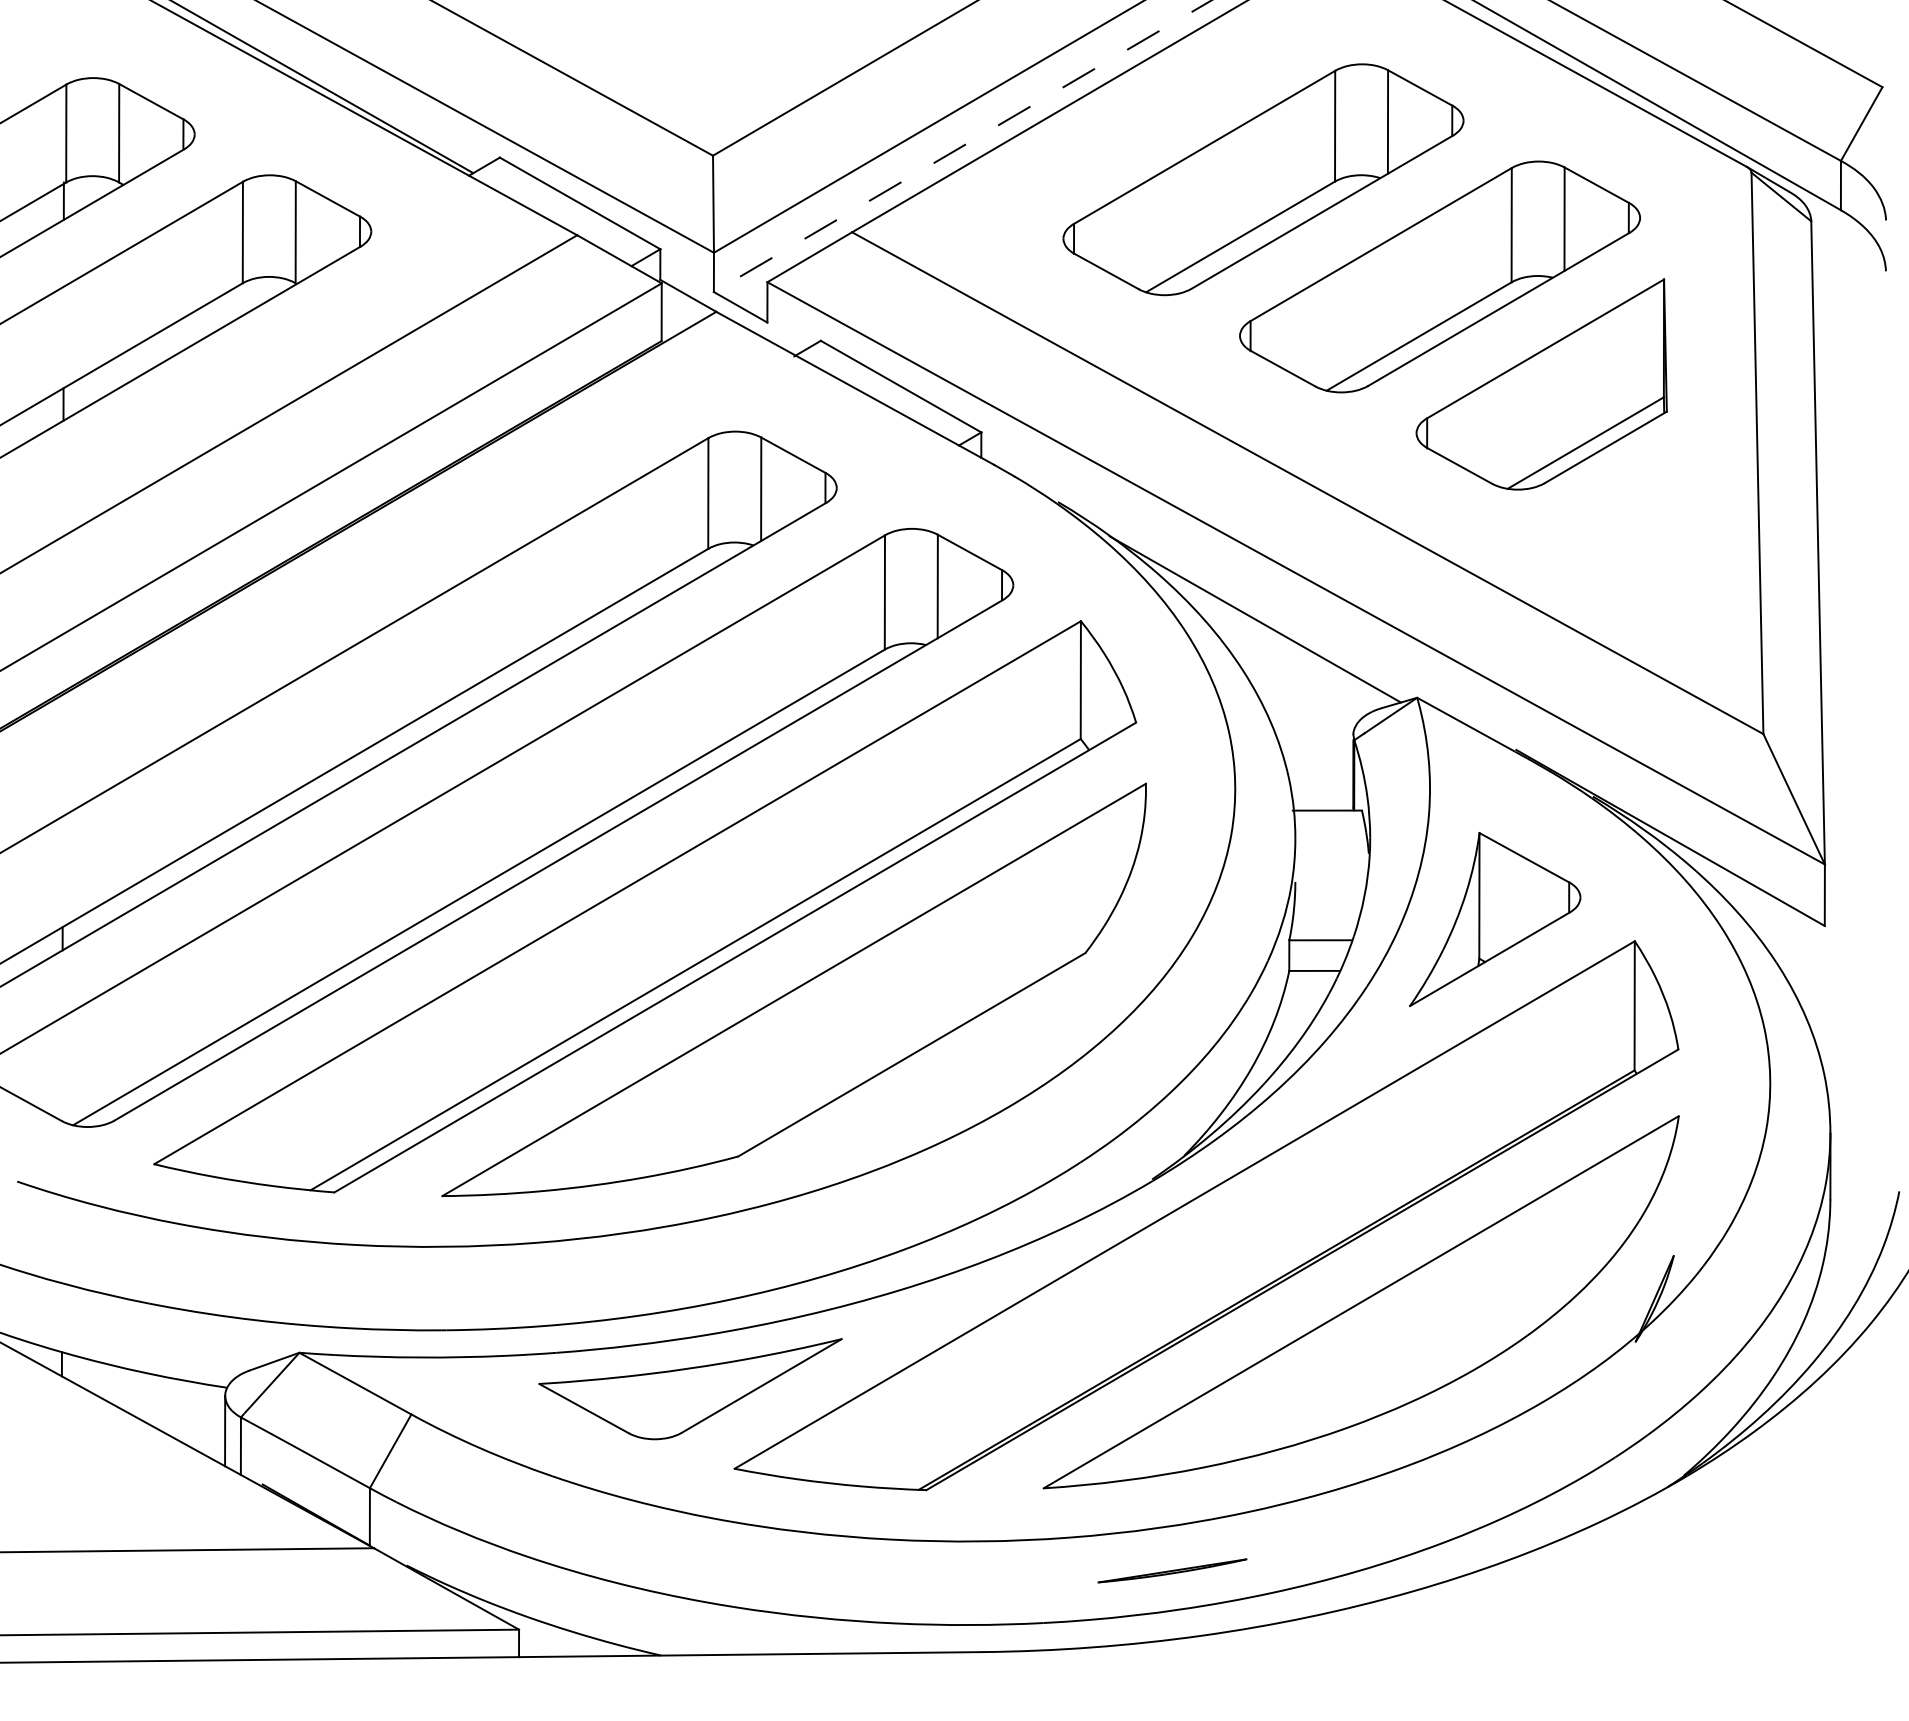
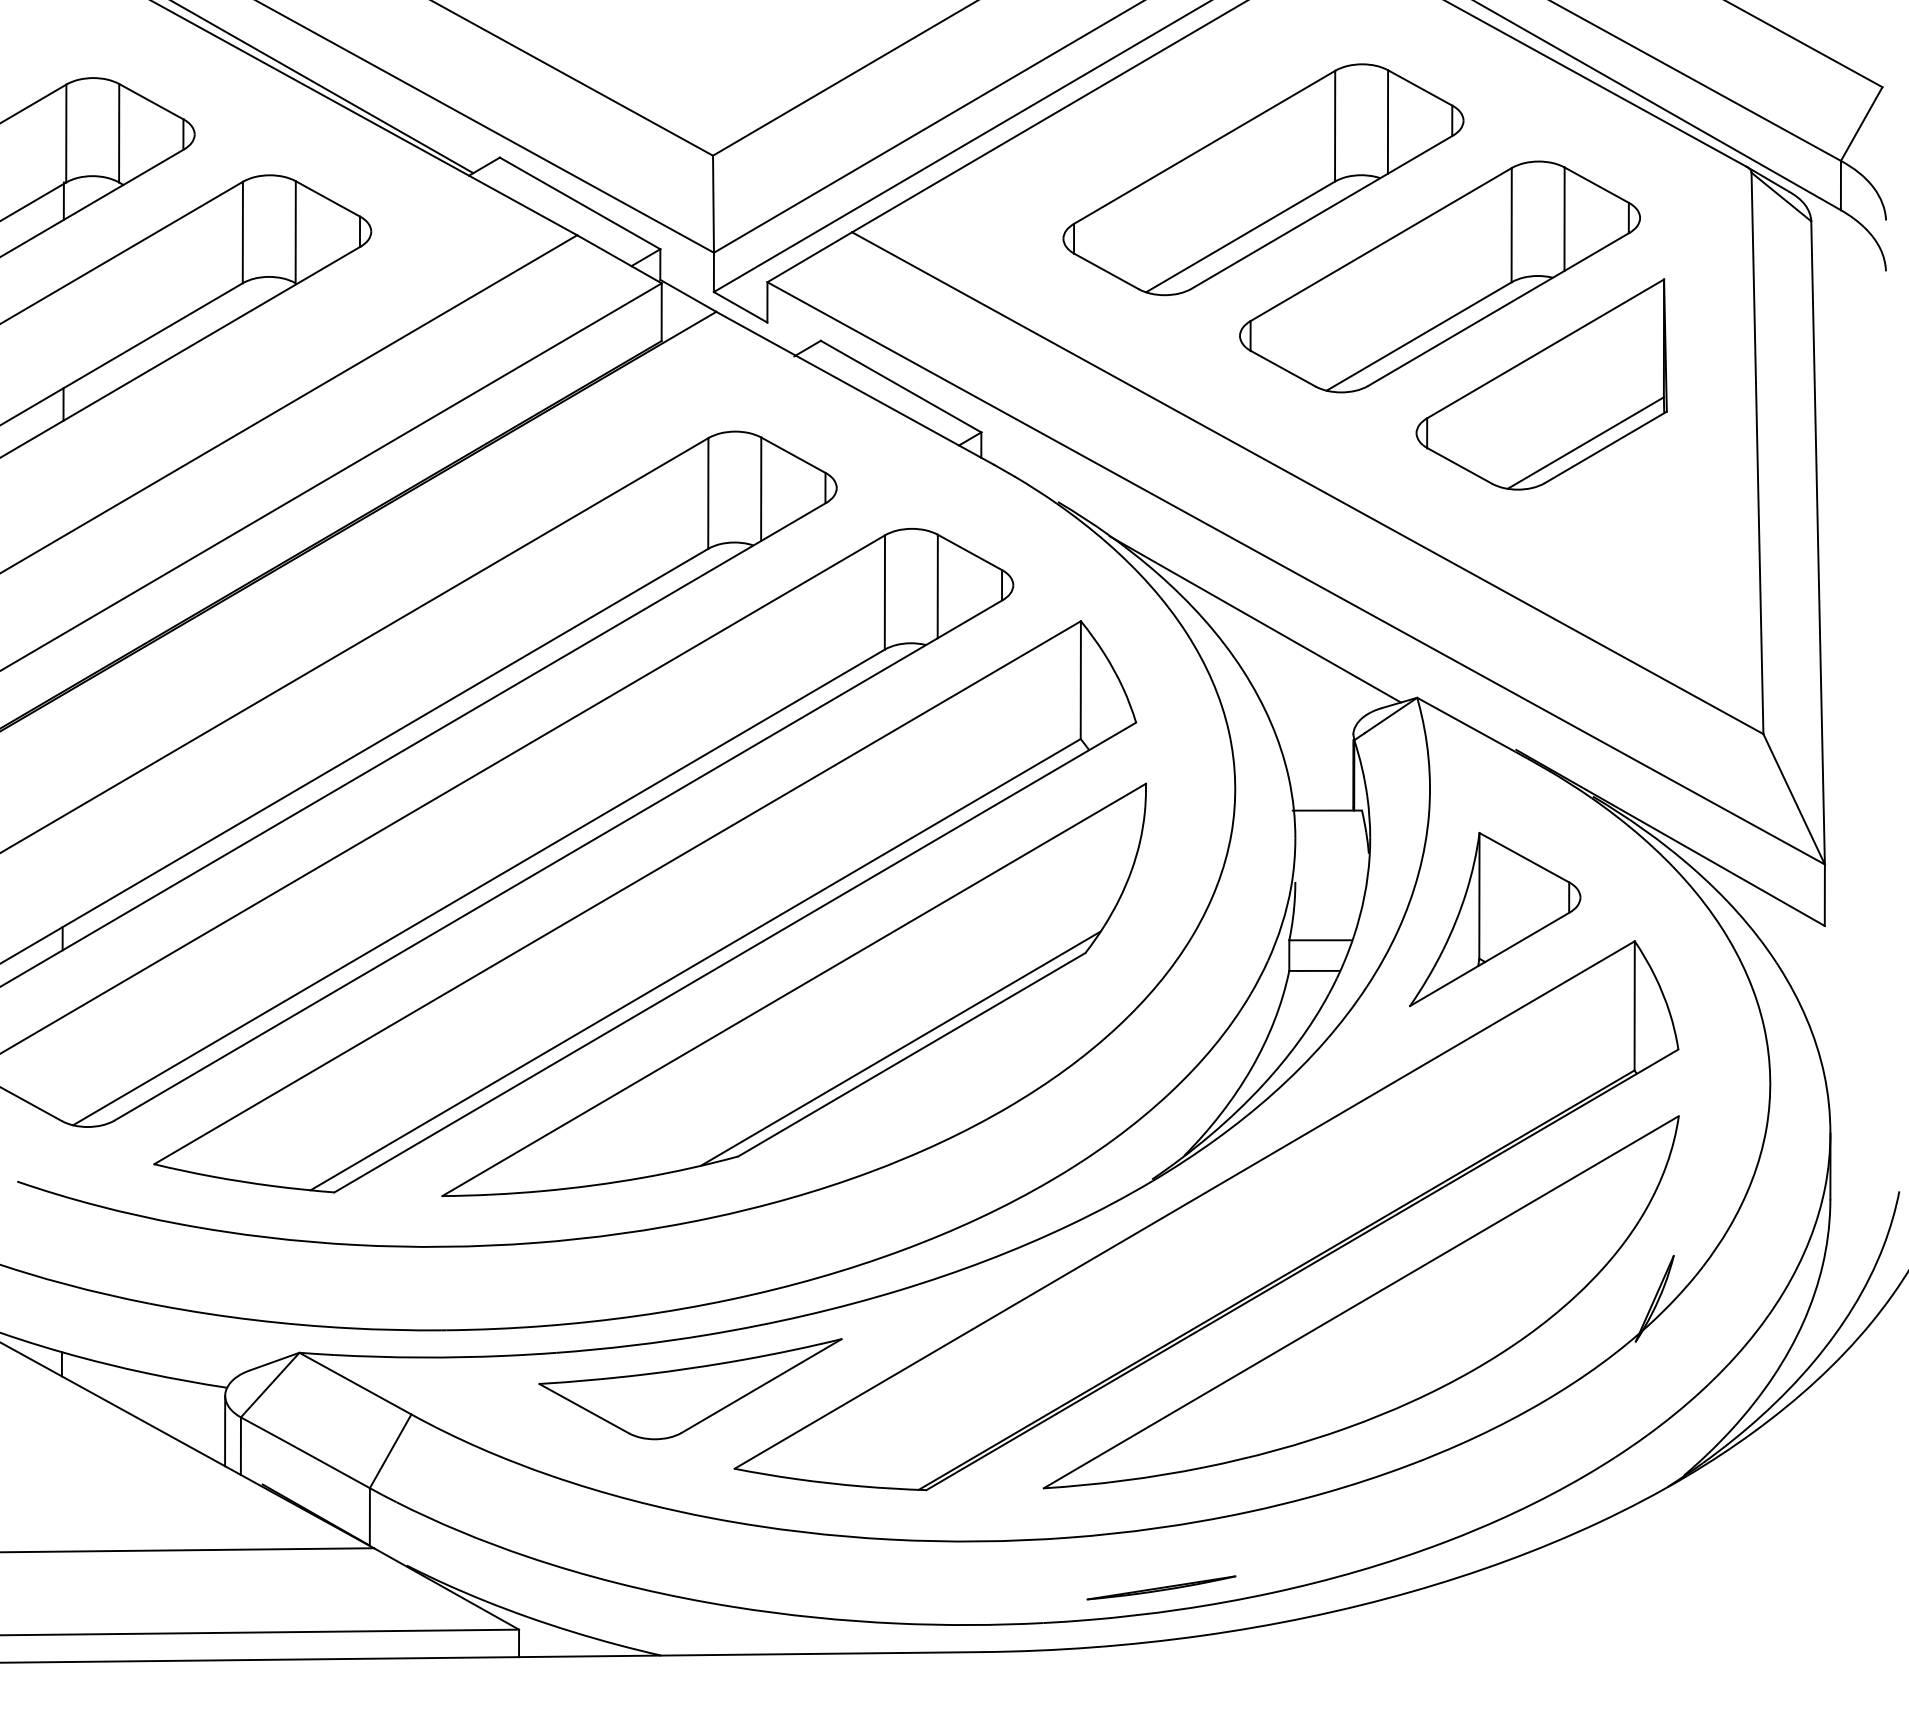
line at (962, 146): dashed -> solid
line at (900, 1048): none -> present
part at (1172, 1570) position: (1172, 1570) -> (1161, 1587)
